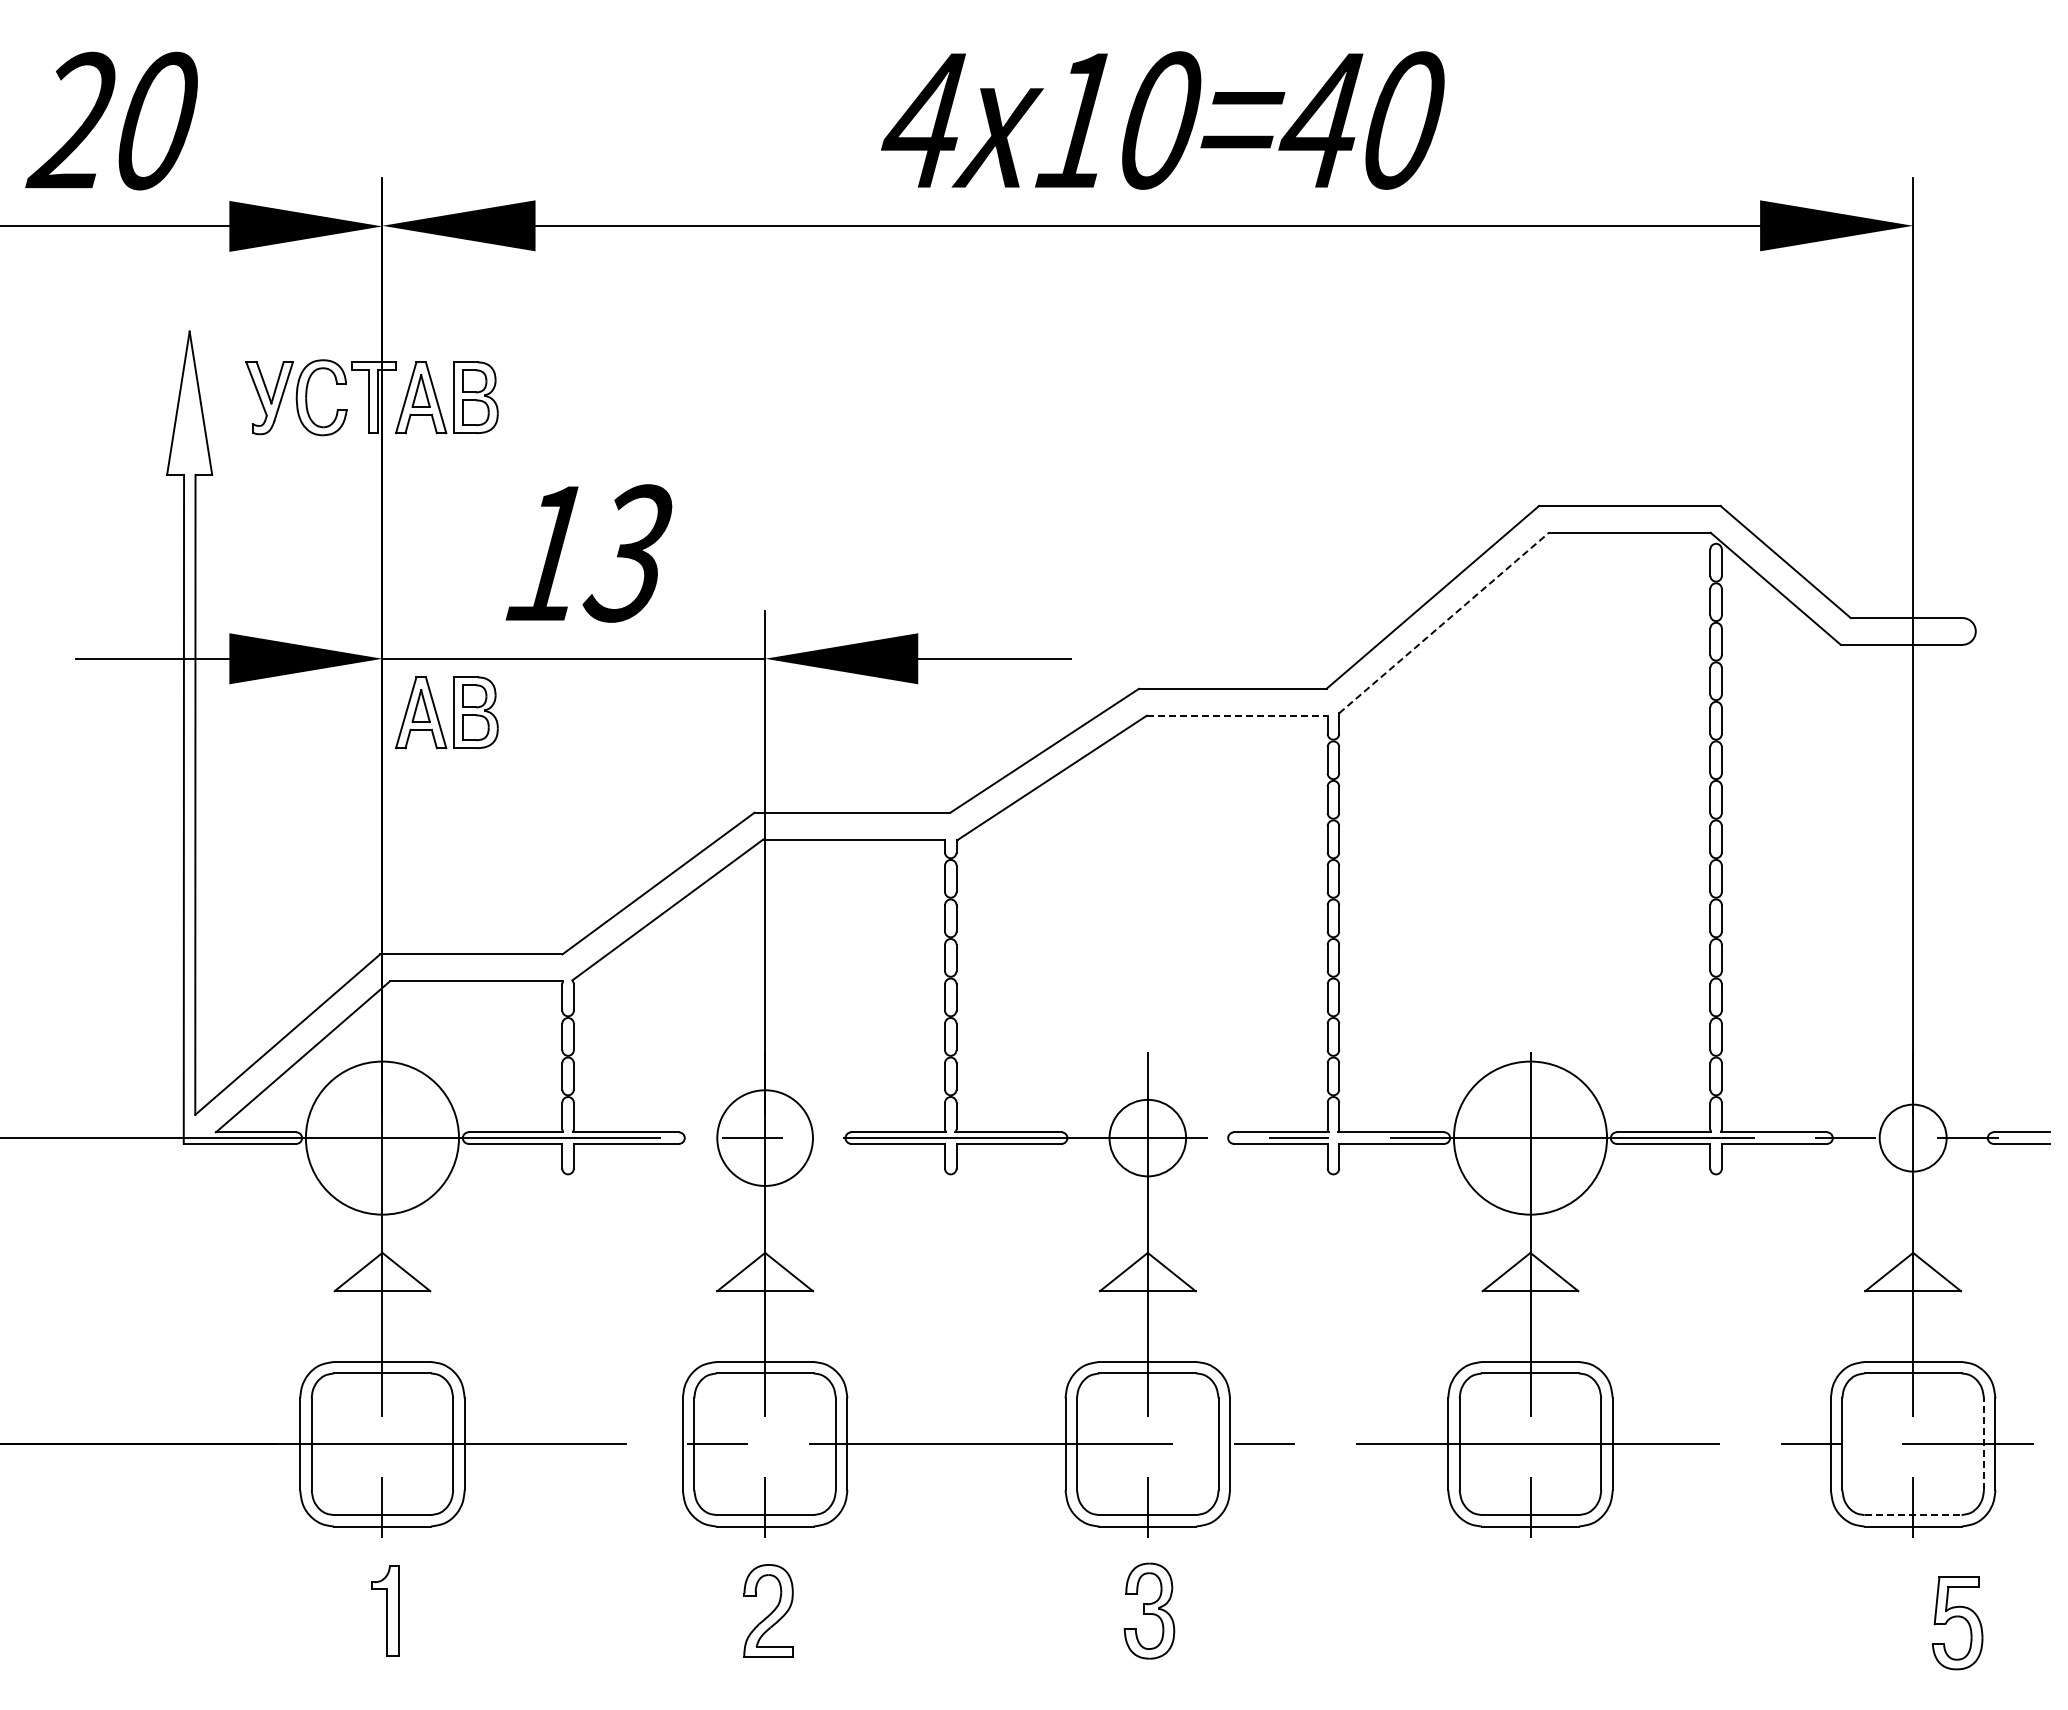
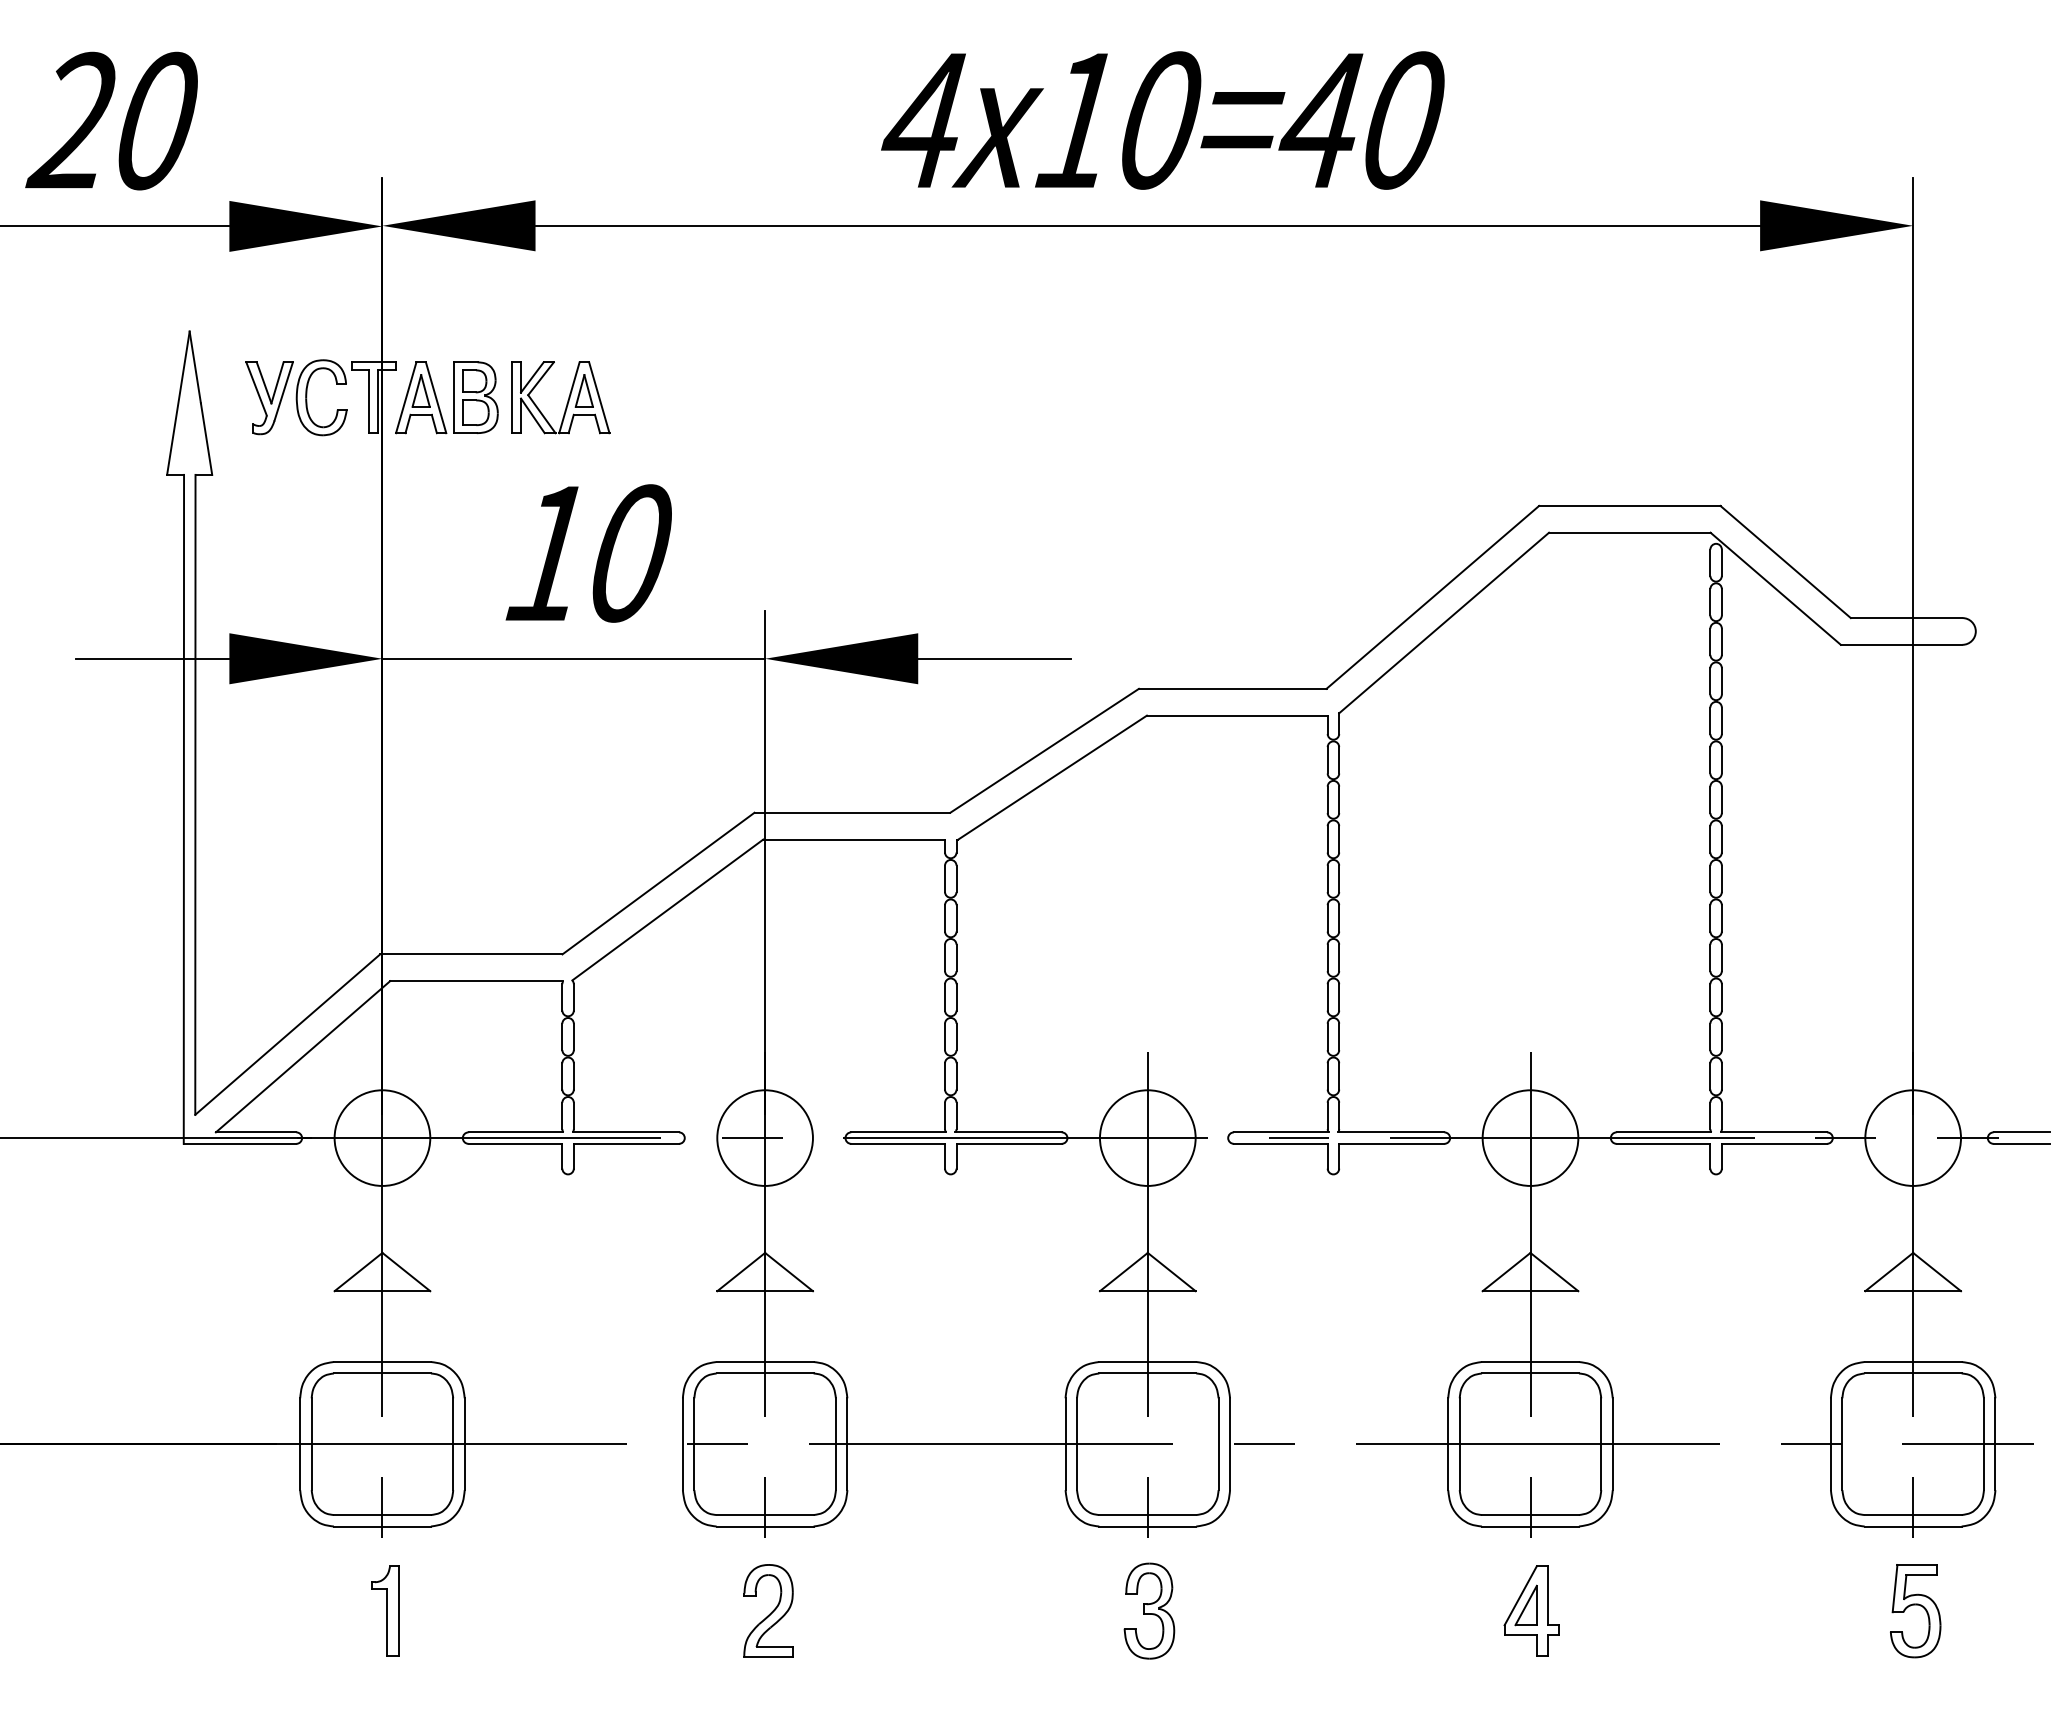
part at (567, 400): none -> present
text at (627, 553): 13 -> 10
line at (1444, 622): dashed -> solid
part at (453, 712): present -> none
line at (1237, 715): dashed -> solid
circle at (382, 1137) diameter: 153 px -> 96 px
circle at (1147, 1137) diameter: 77 px -> 96 px
circle at (1530, 1137) diameter: 153 px -> 96 px
circle at (1912, 1137) diameter: 67 px -> 96 px
line at (1983, 1444): dashed -> solid
line at (1913, 1515): dashed -> solid
part at (1531, 1610): none -> present
part at (1957, 1623) position: (1957, 1623) -> (1915, 1611)
